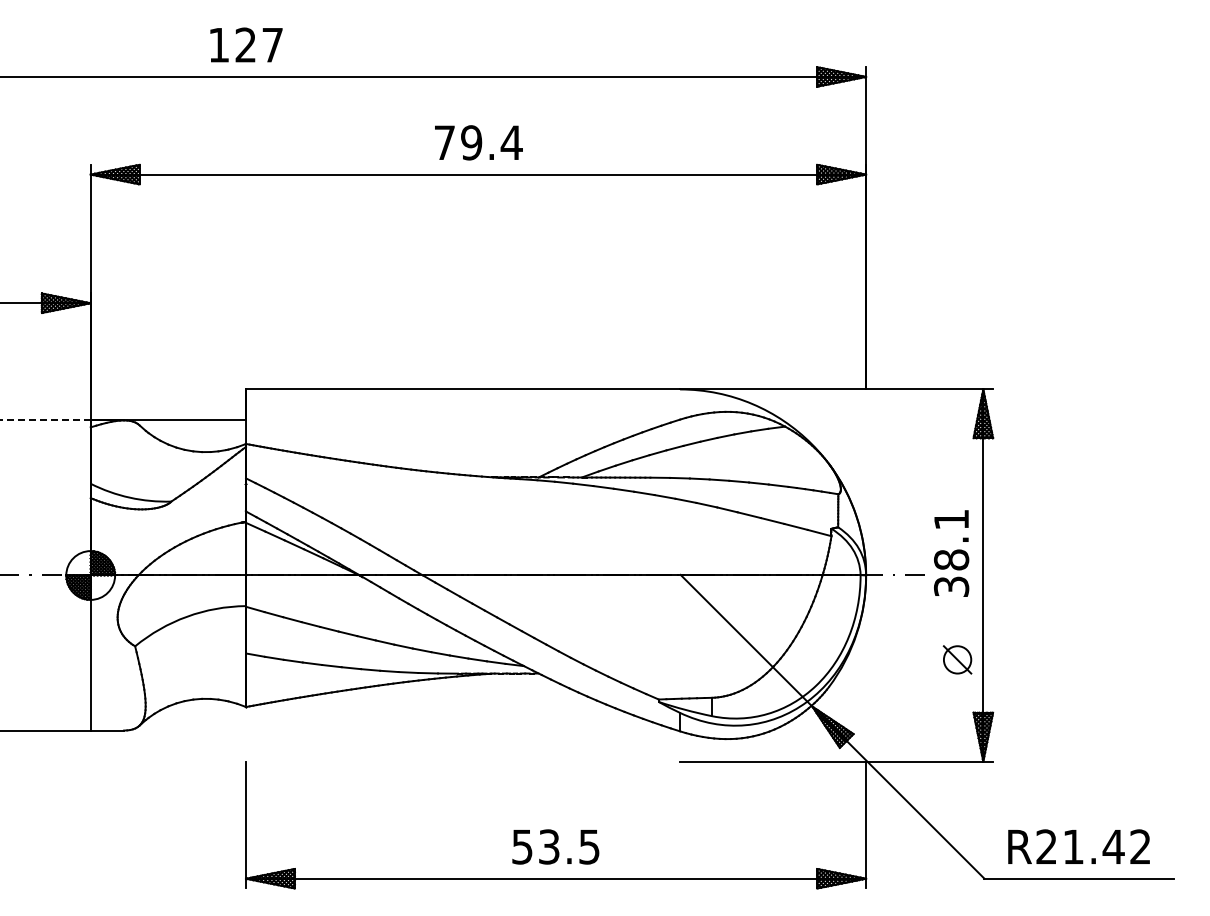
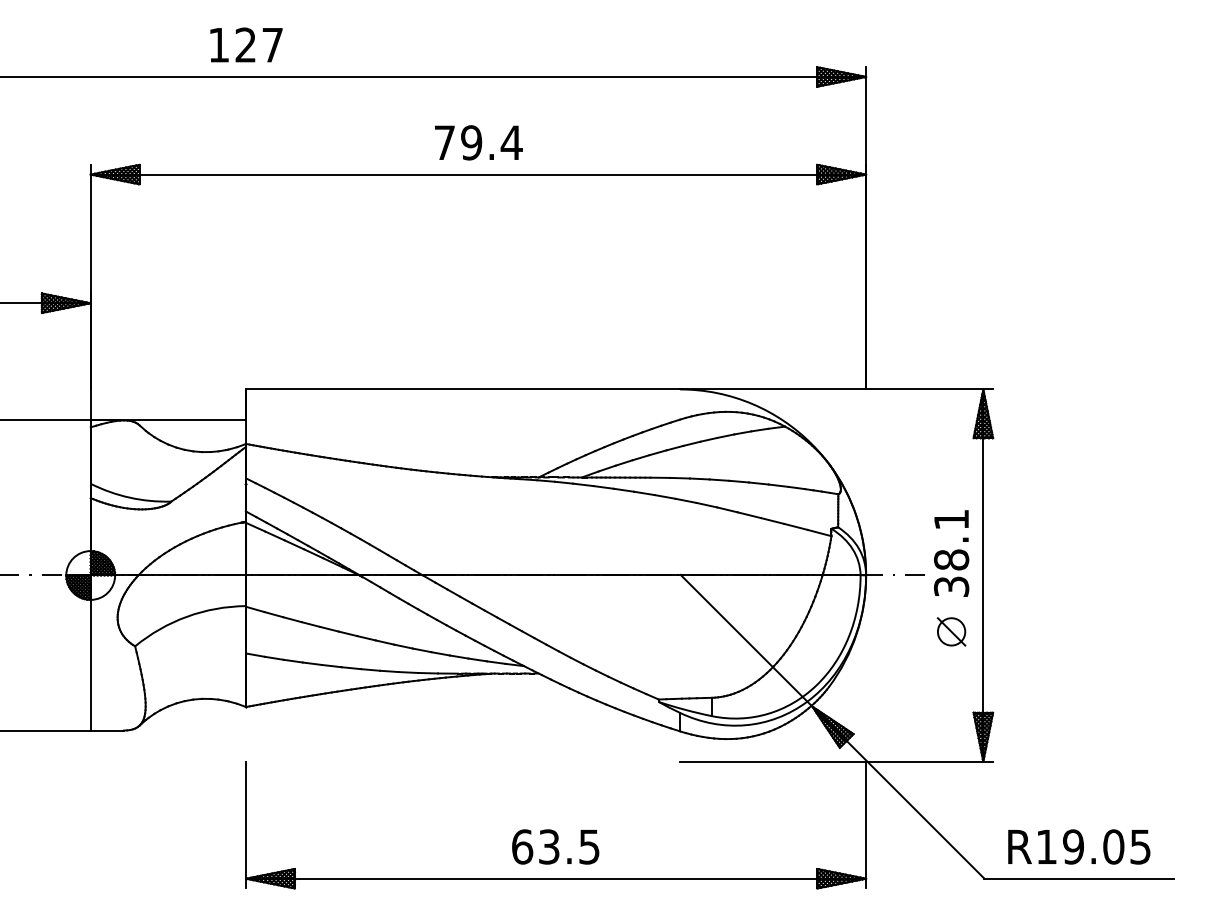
line at (45, 420): dashed -> solid
part at (957, 659) position: (957, 659) -> (951, 631)
text at (522, 846): 53.5 -> 63.5
text at (1093, 846): R21.42 -> R19.05
